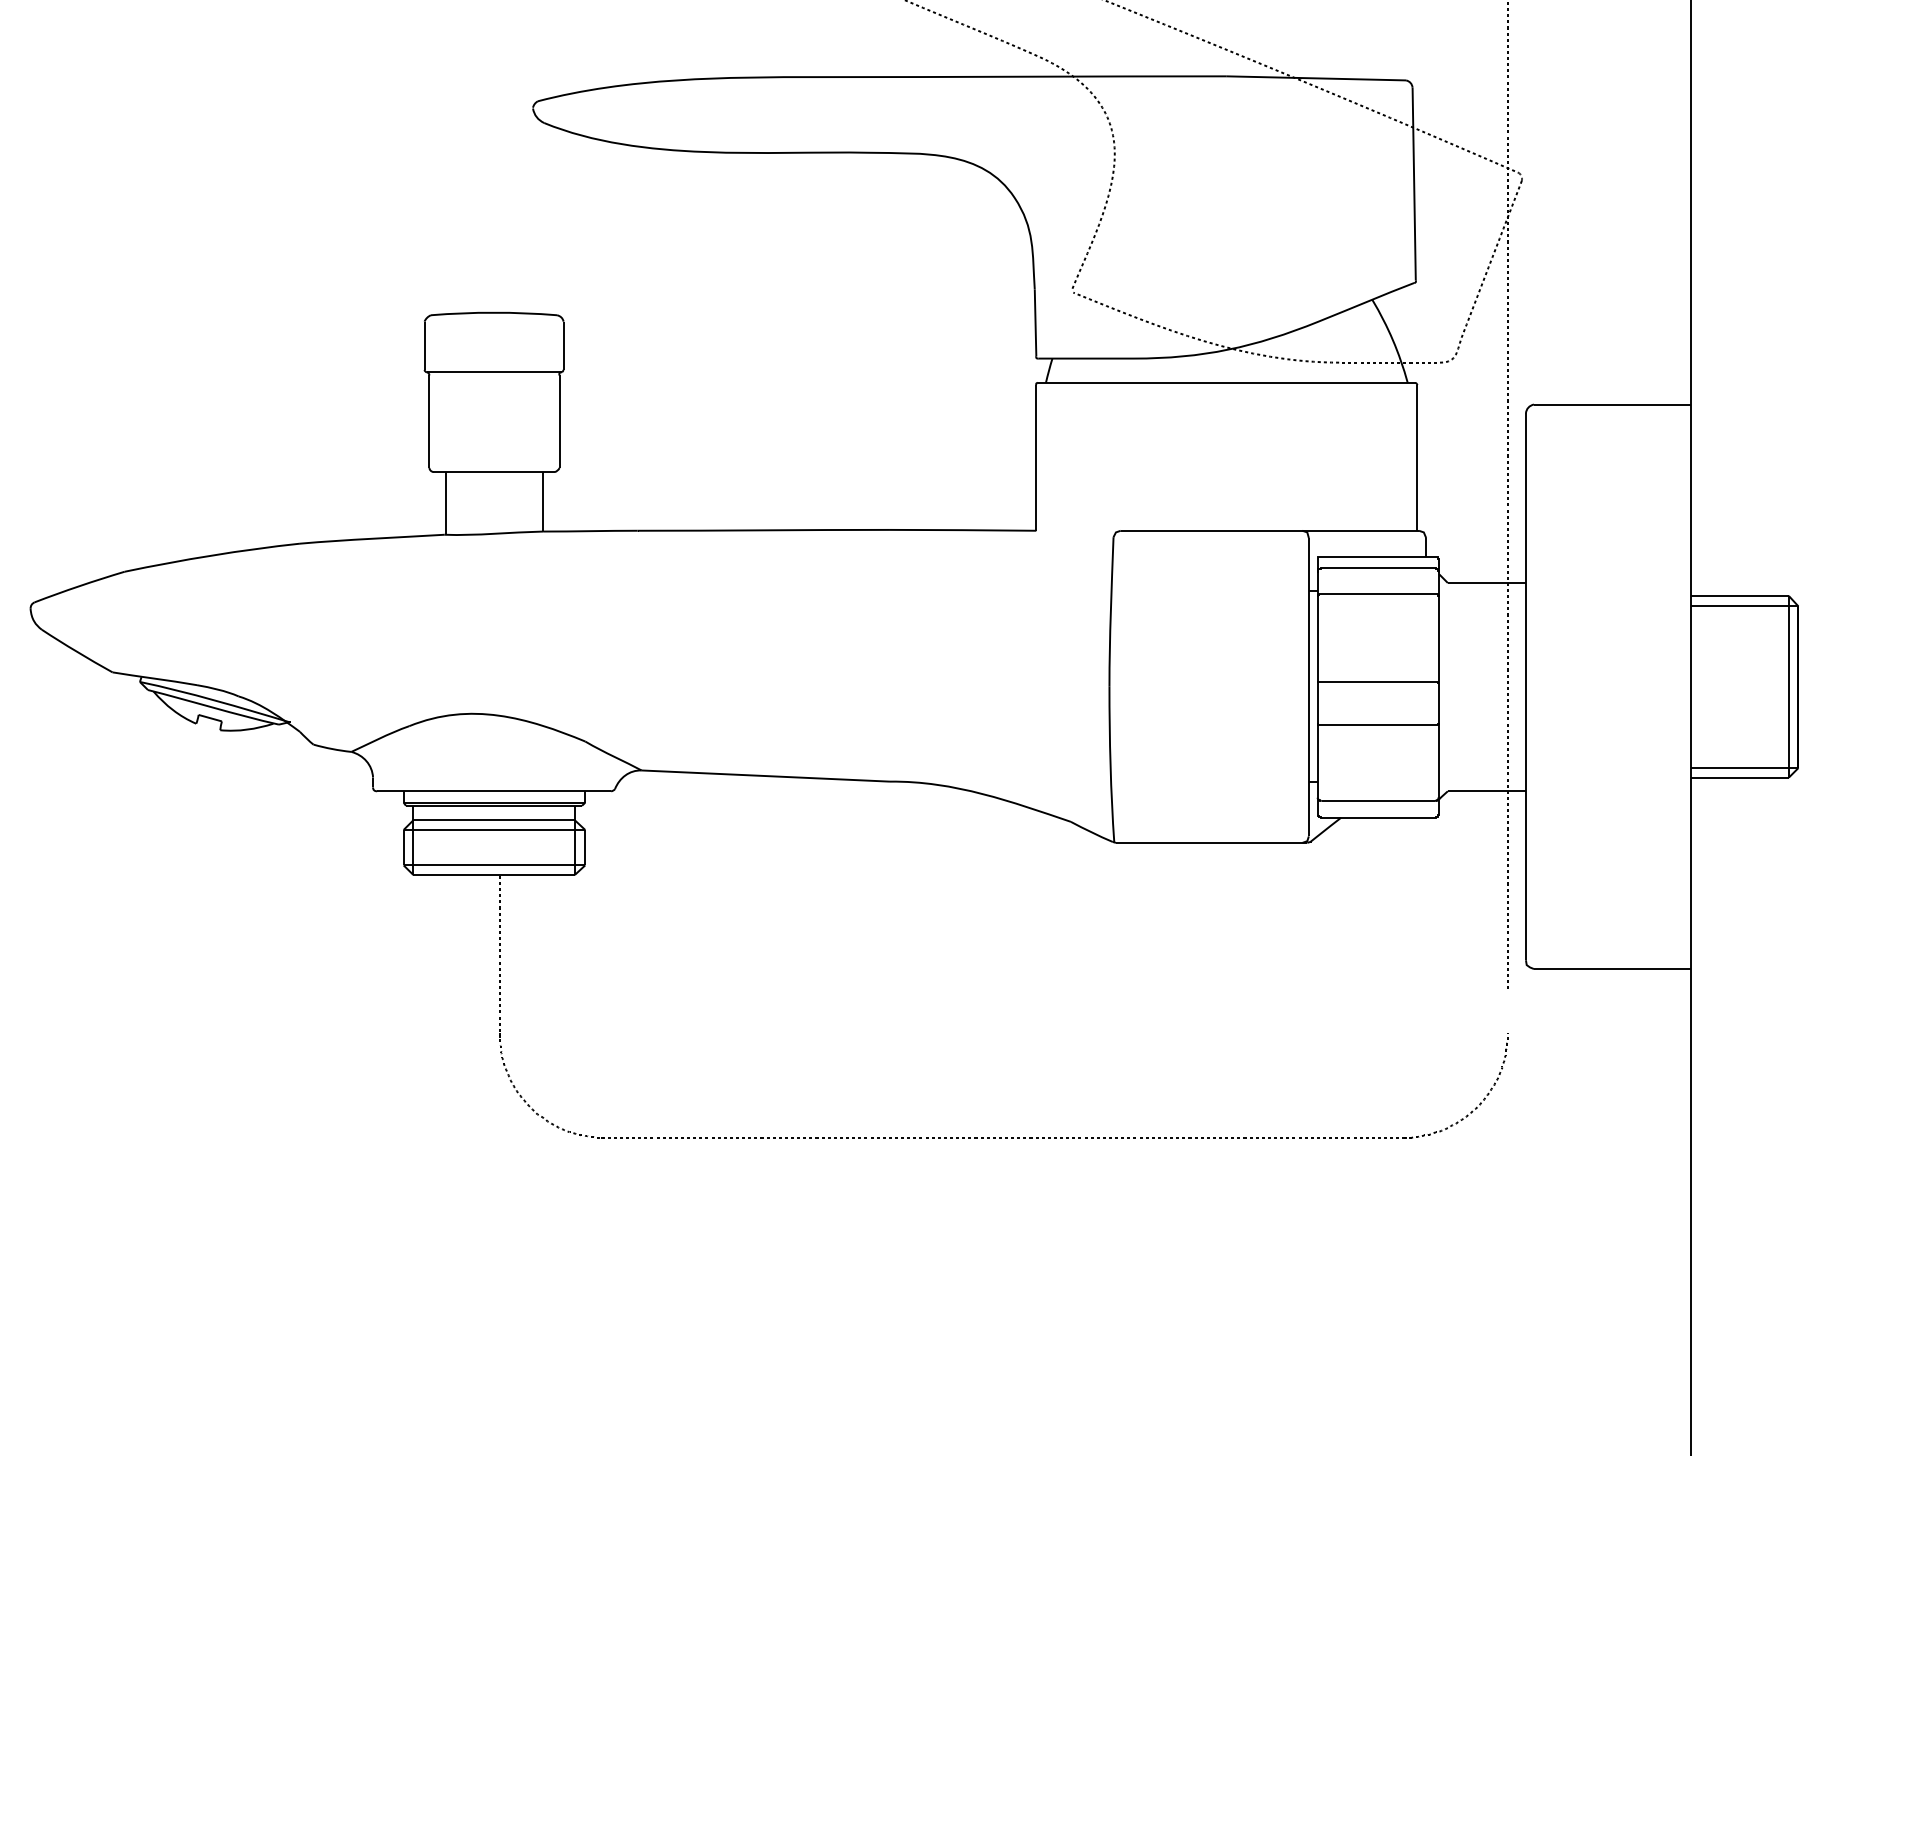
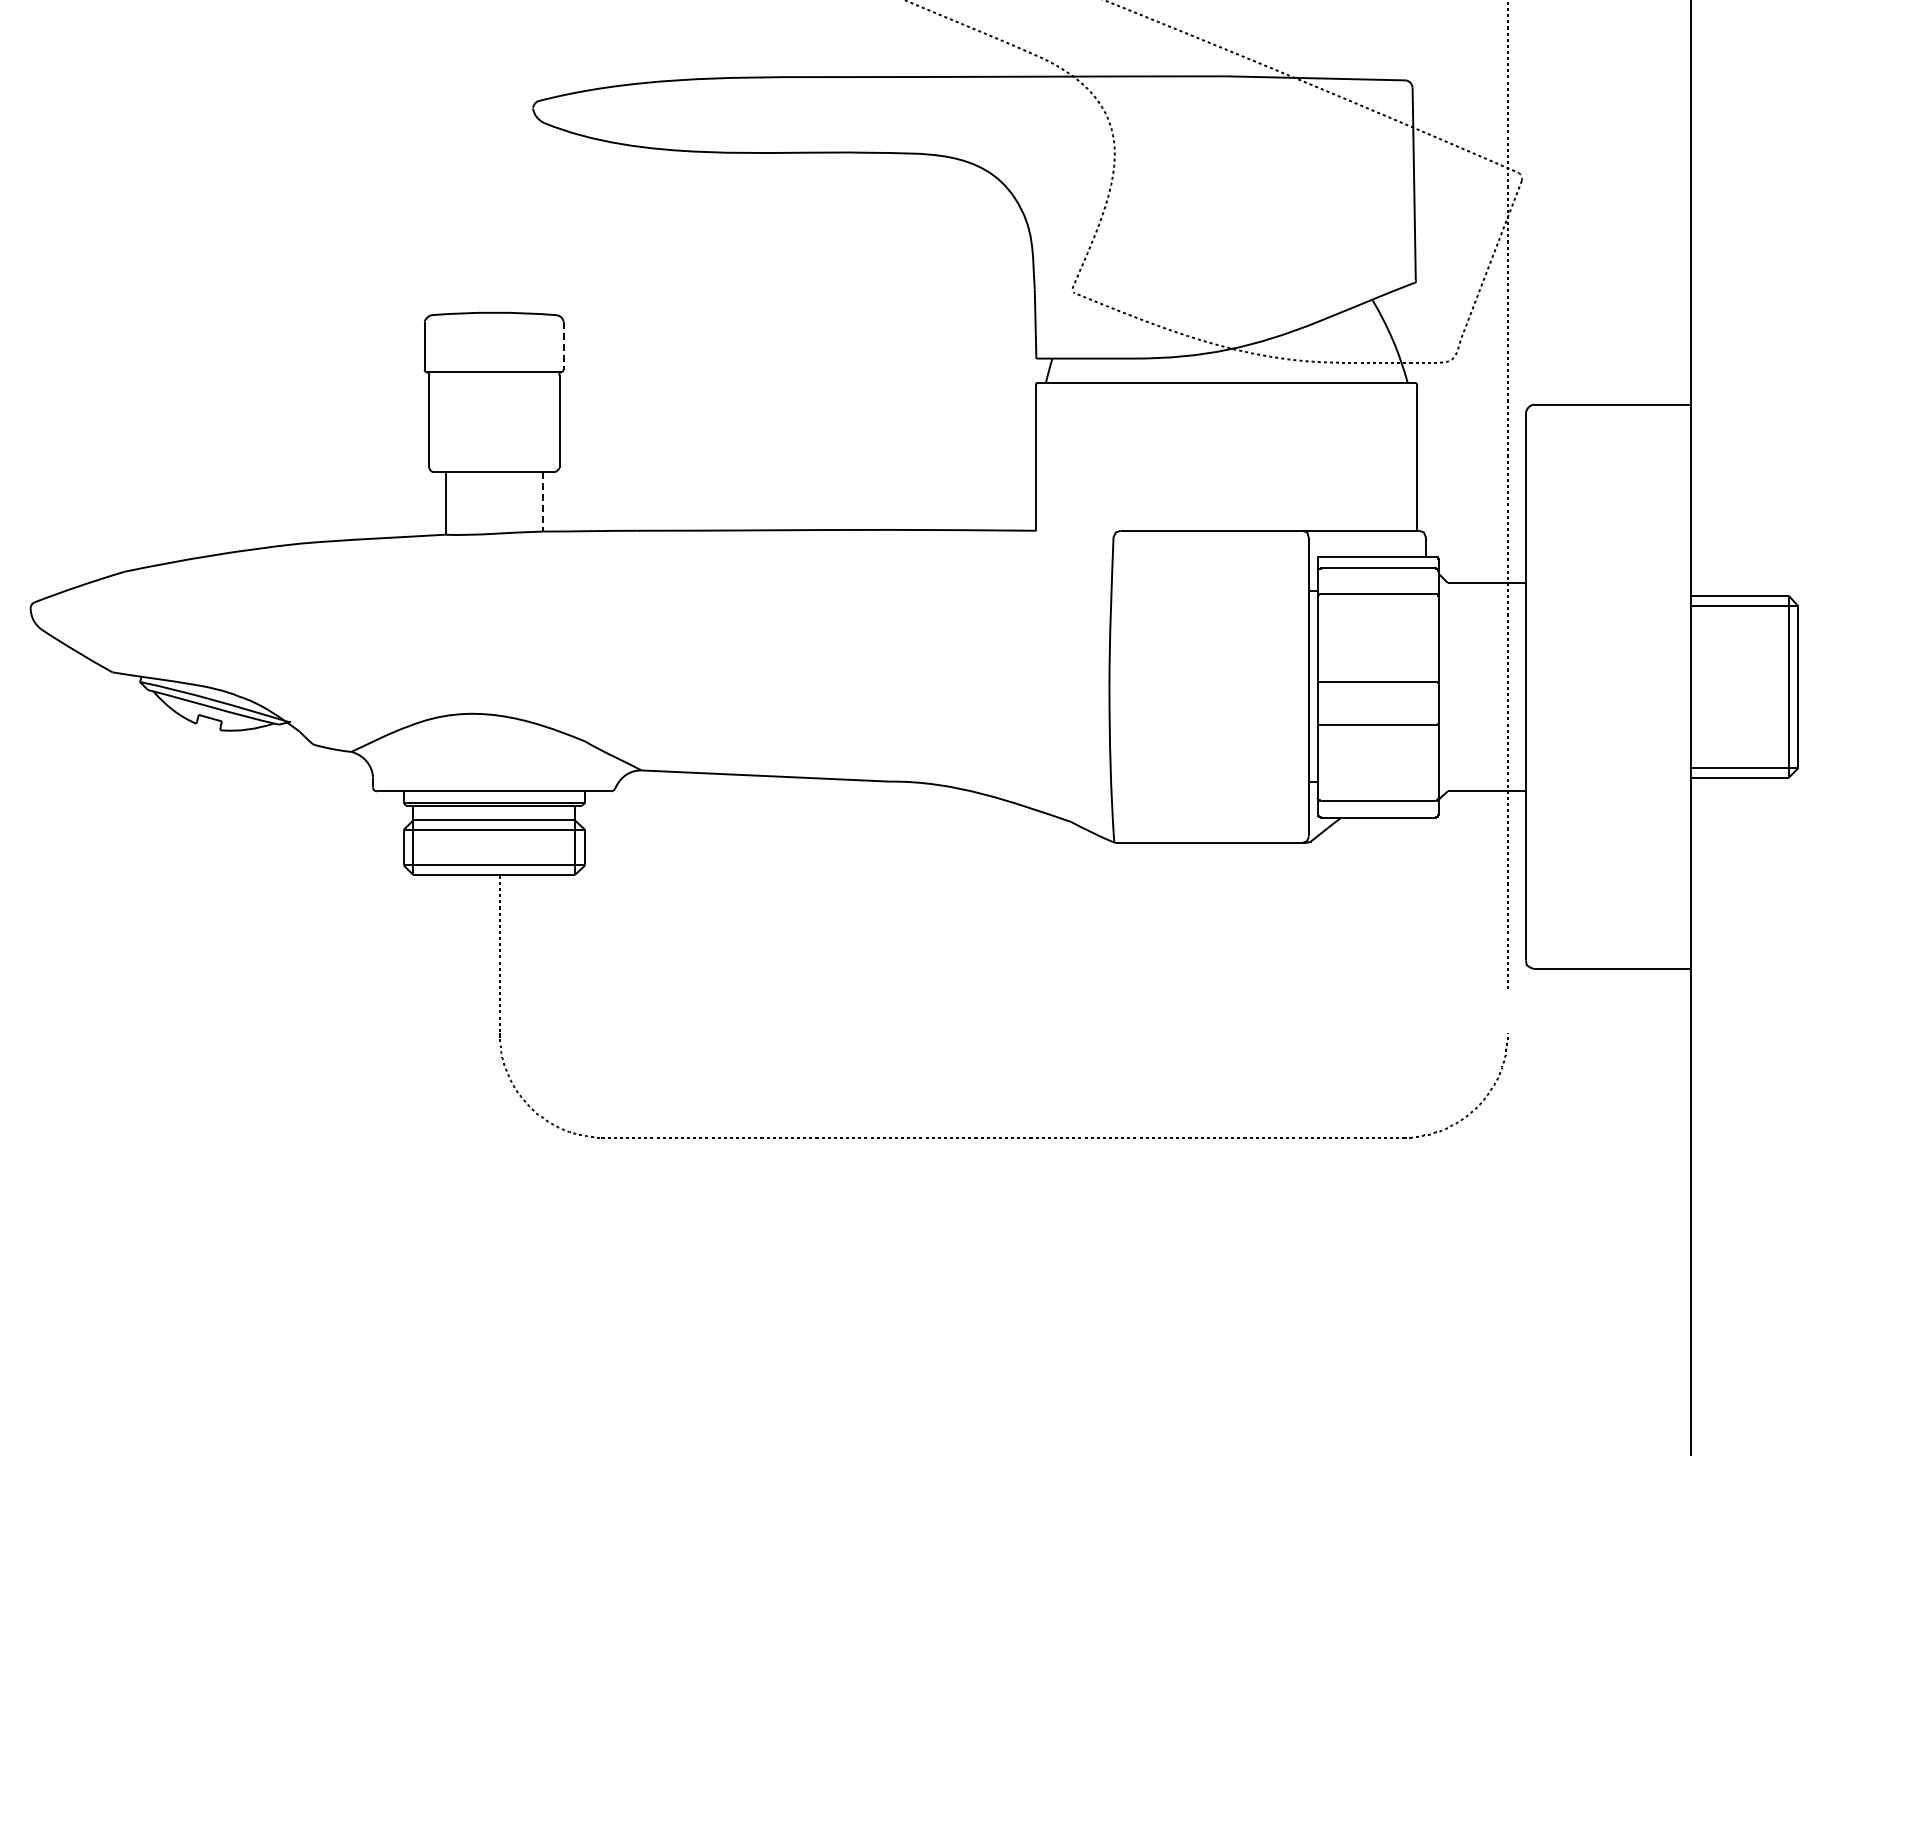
line at (563, 346): solid -> dashed
line at (542, 501): solid -> dashed
